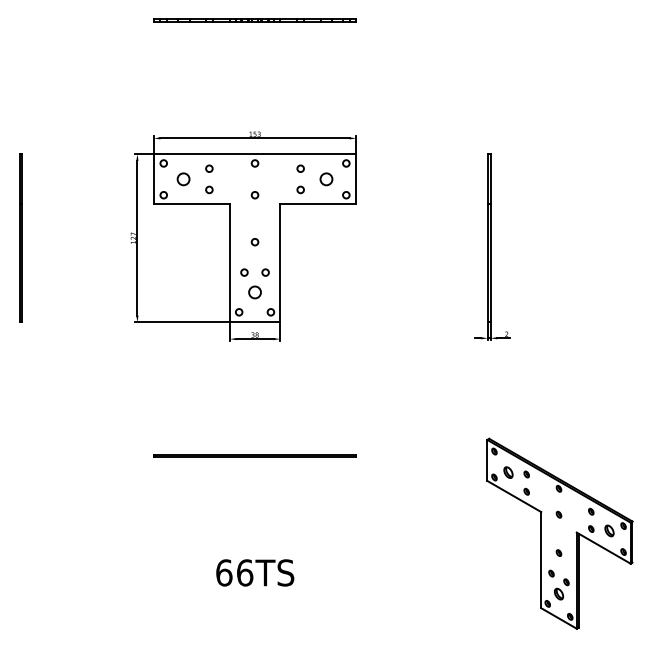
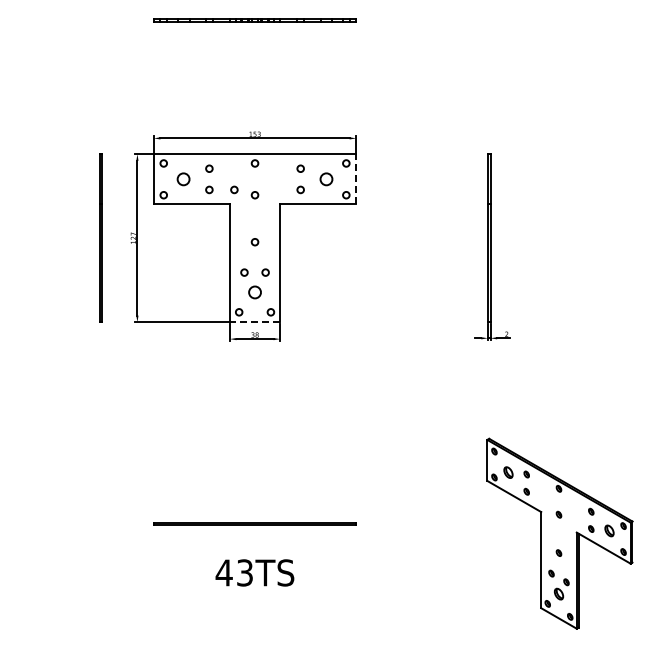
line at (356, 178): solid -> dashed
circle at (234, 189): none -> present
line at (20, 237) position: (20, 237) -> (100, 237)
line at (254, 322): solid -> dashed
line at (254, 455) position: (254, 455) -> (254, 523)
text at (234, 572): 66TS -> 43TS
